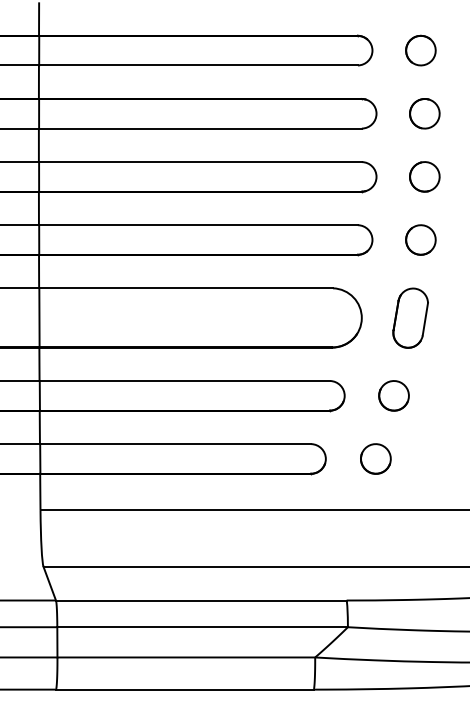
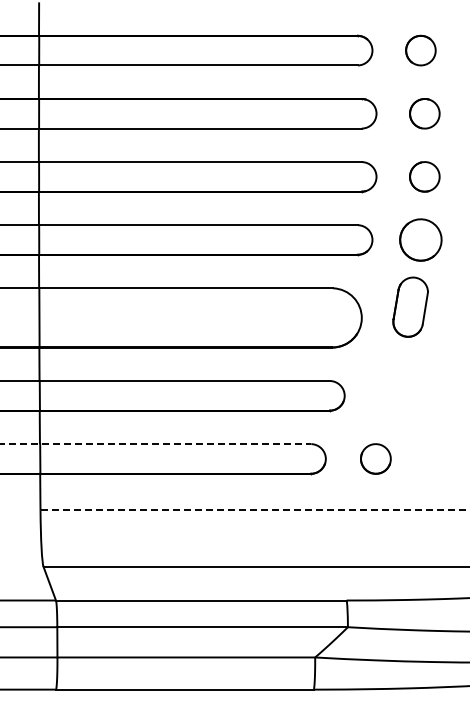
part at (420, 239) size: 32x32 px -> 44x44 px
part at (410, 317) position: (410, 317) -> (410, 306)
part at (393, 395): present -> none
line at (156, 444): solid -> dashed
line at (254, 510): solid -> dashed
